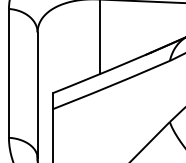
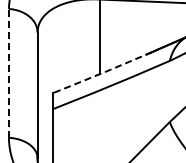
line at (8, 72): solid -> dashed
line at (103, 72): solid -> dashed
